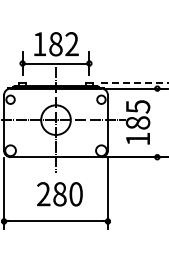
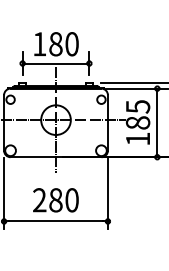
text at (71, 44): 182 -> 180
line at (134, 82): dashed -> solid
line at (157, 122): none -> present
text at (59, 194) position: (59, 194) -> (55, 200)
